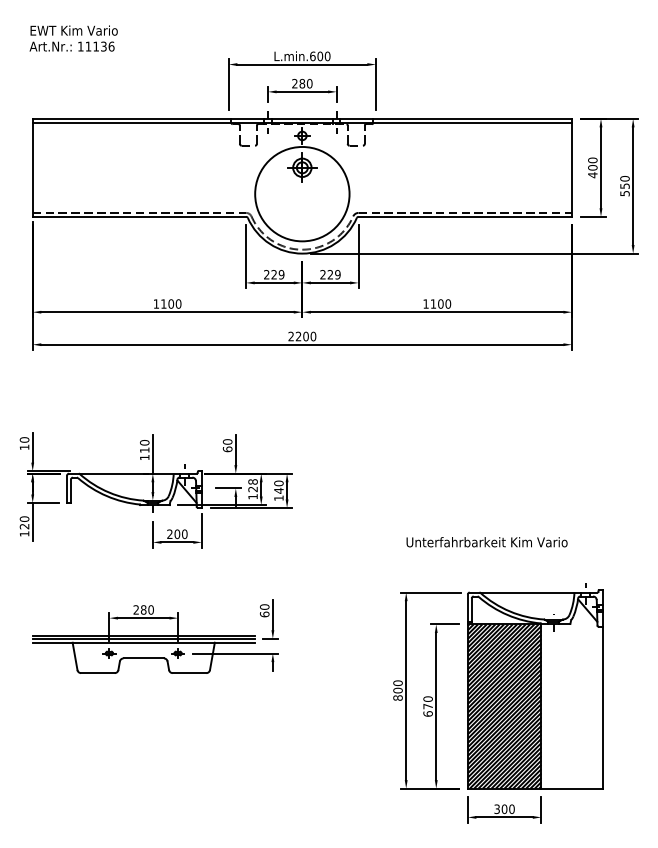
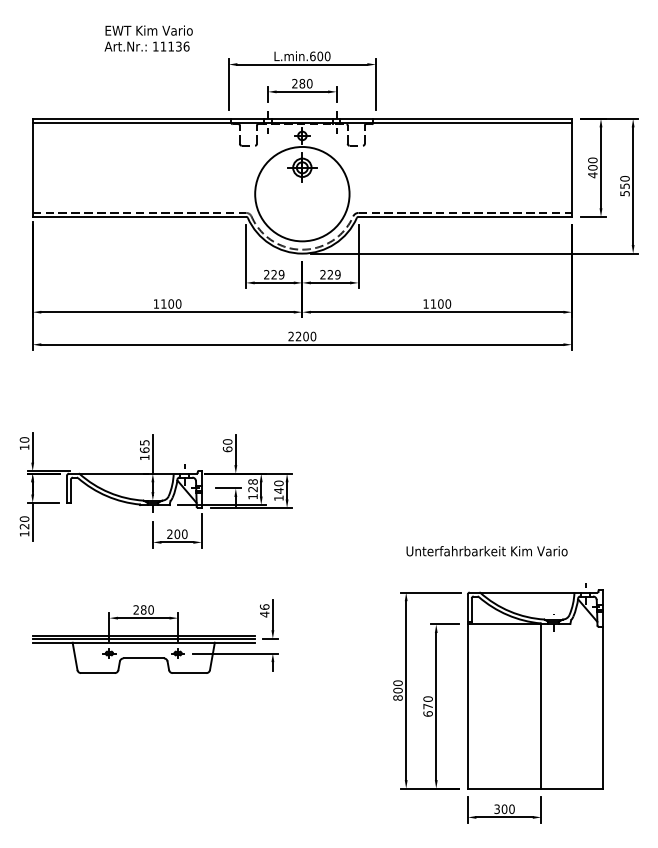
text at (73, 38) position: (73, 38) -> (148, 38)
text at (144, 445): 110 -> 165
text at (486, 542) position: (486, 542) -> (486, 551)
text at (264, 610): 60 -> 46
hatch at (504, 706): present -> none
